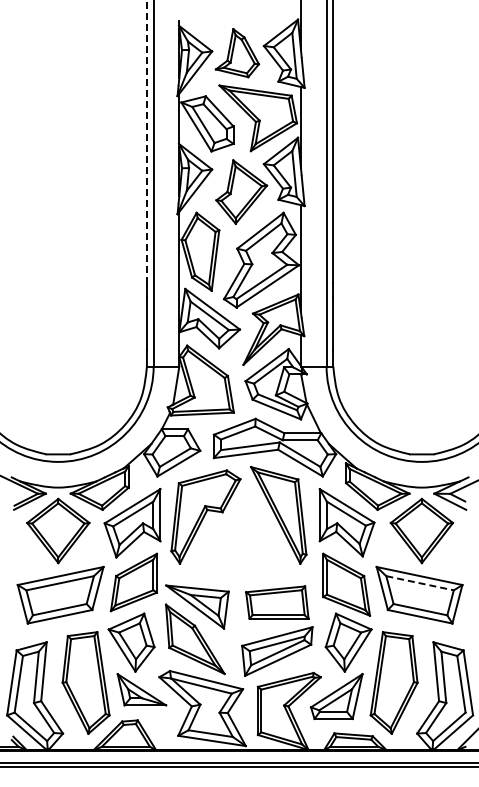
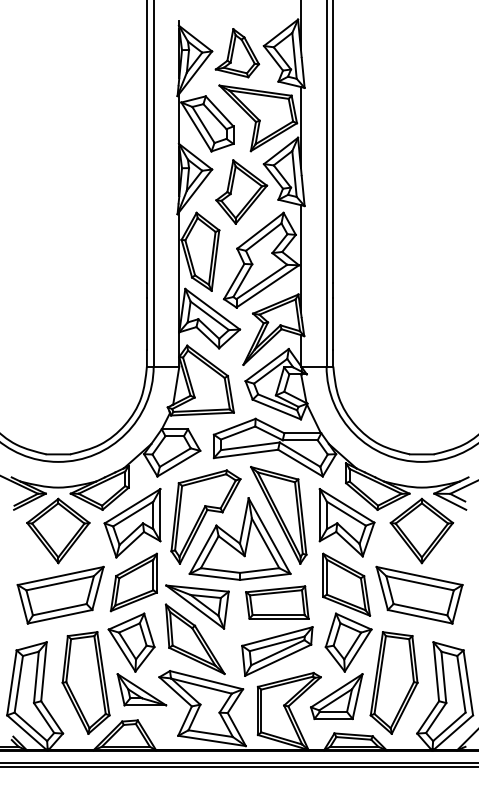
line at (146, 142): dashed -> solid
part at (239, 538): none -> present
line at (420, 583): dashed -> solid
